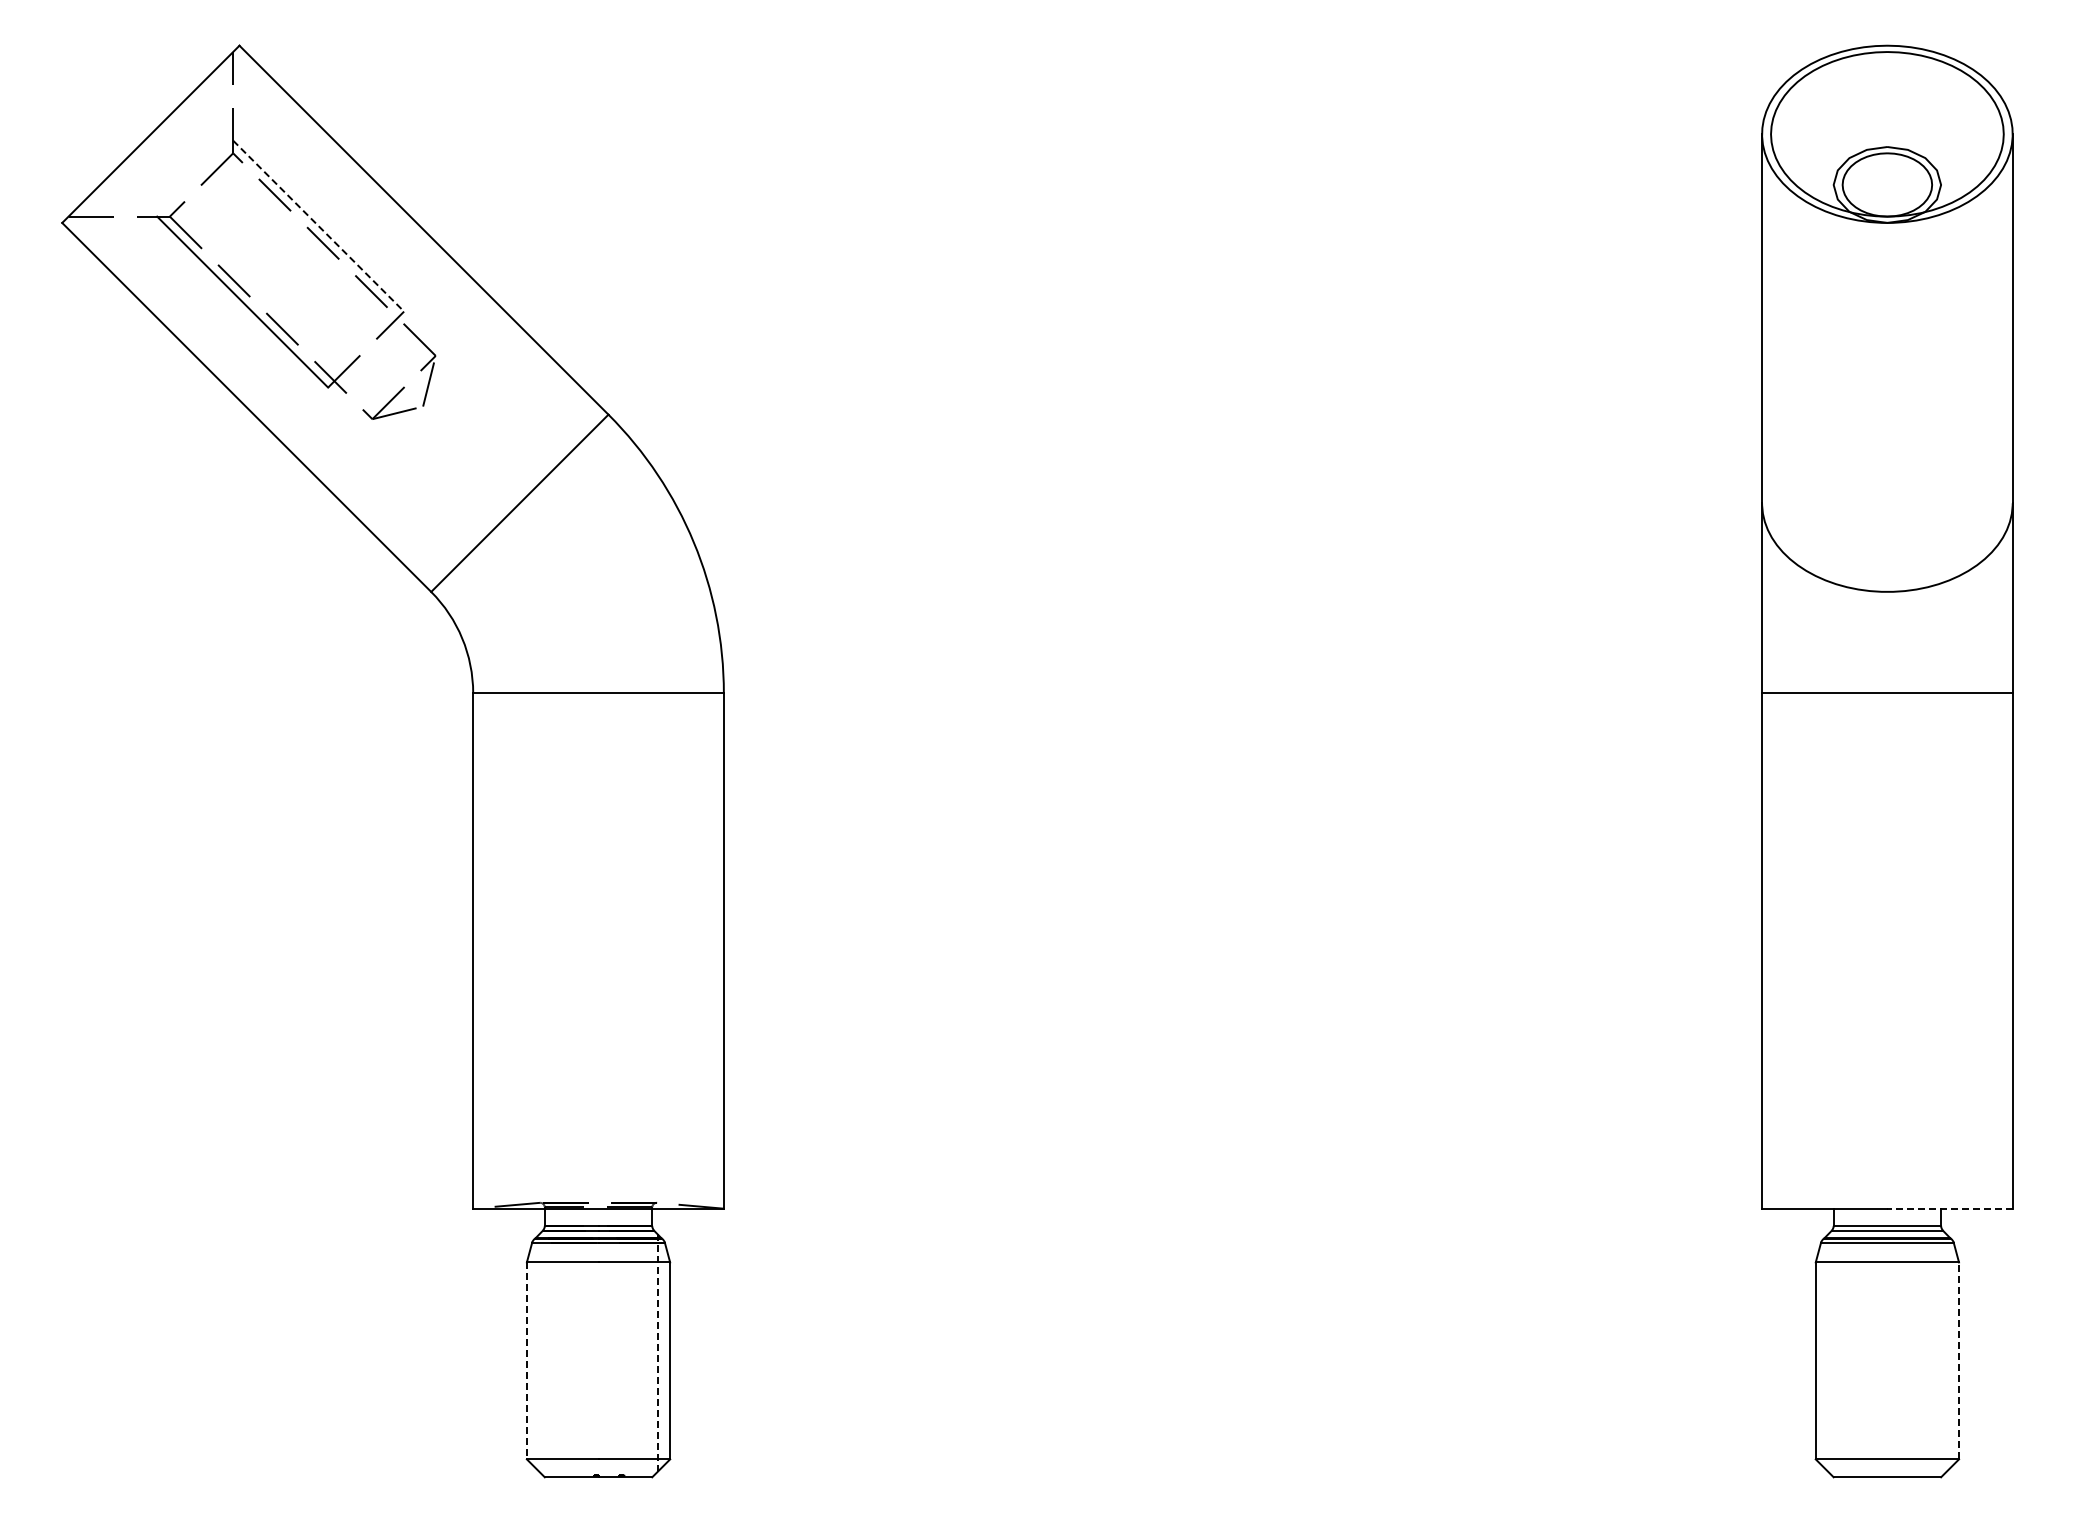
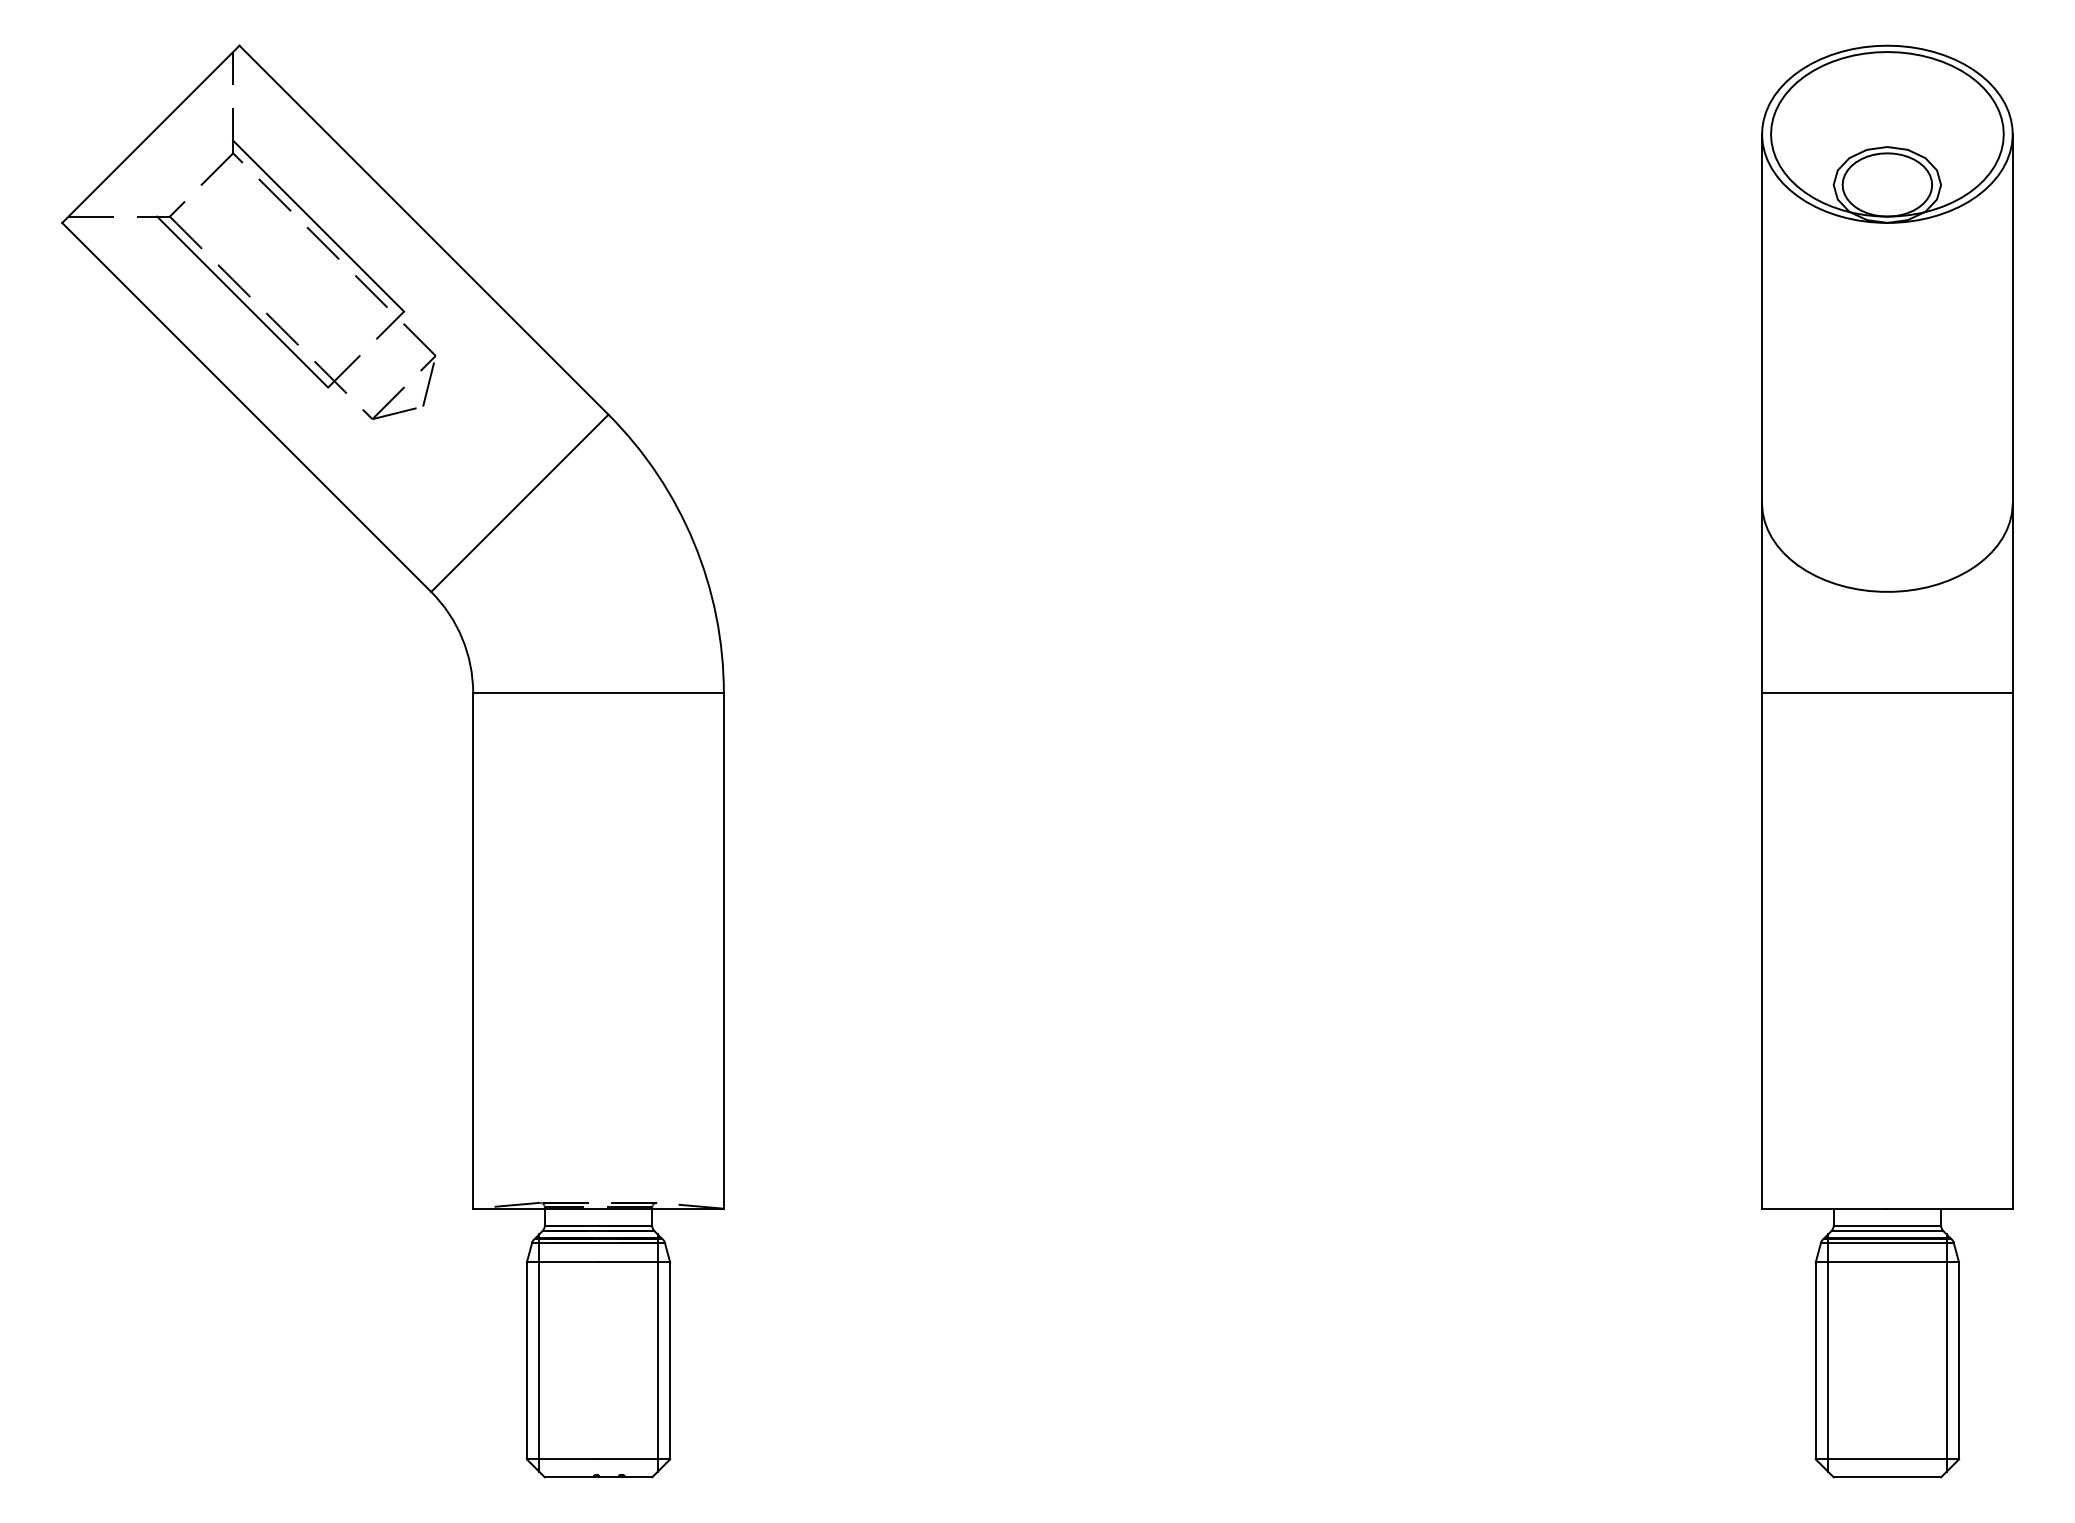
line at (318, 226): dashed -> solid
line at (1950, 1208): dashed -> solid
line at (539, 1352): none -> present
line at (1828, 1352): none -> present
line at (1946, 1352): none -> present
line at (657, 1353): dashed -> solid
line at (1959, 1360): dashed -> solid
line at (526, 1361): dashed -> solid
